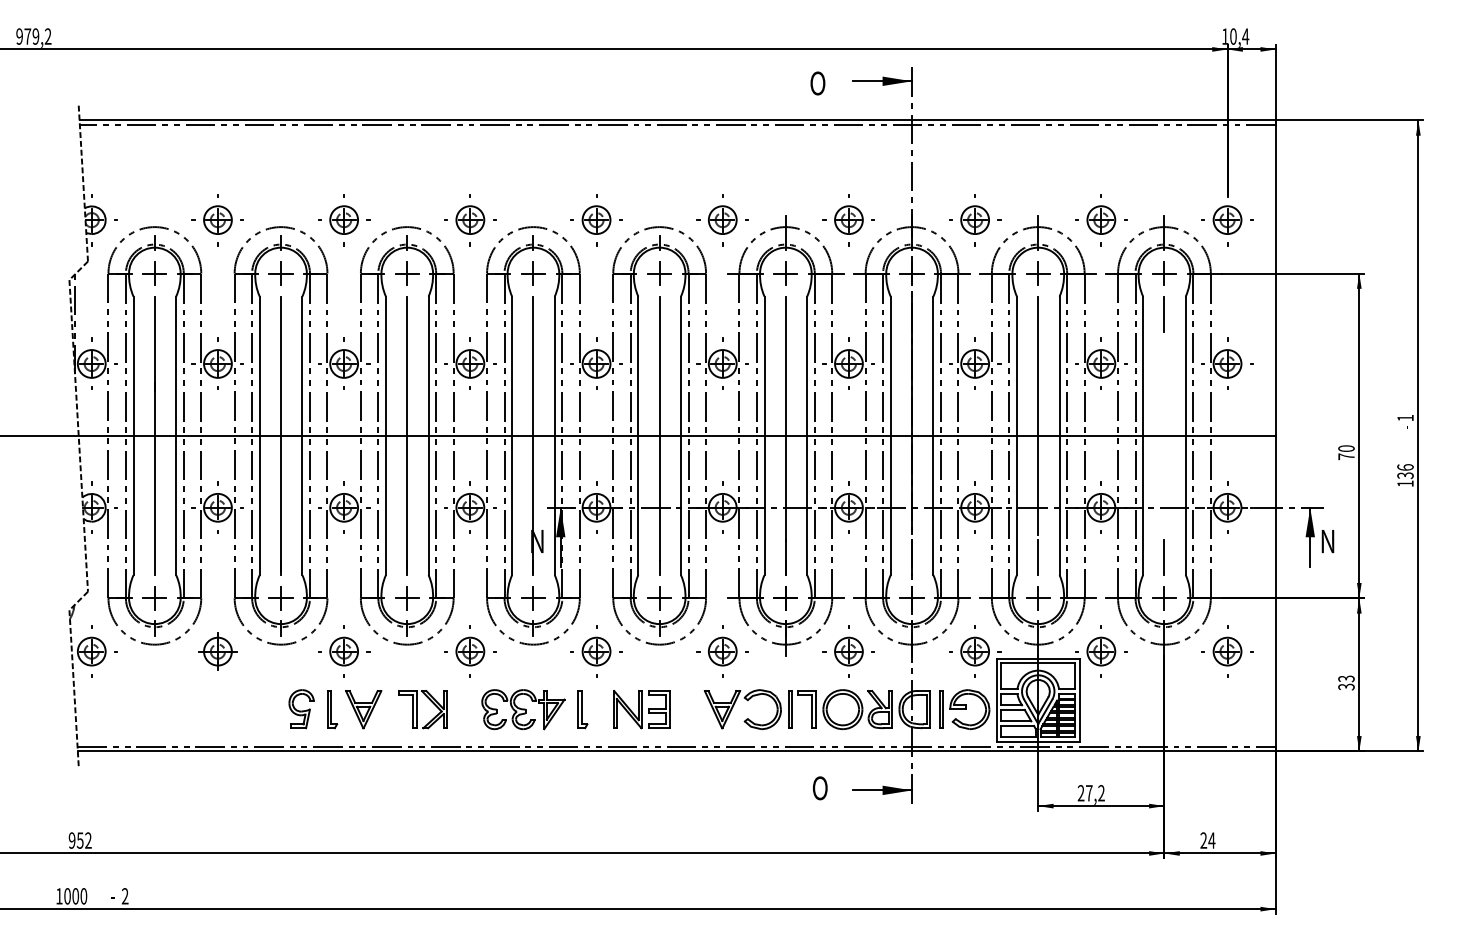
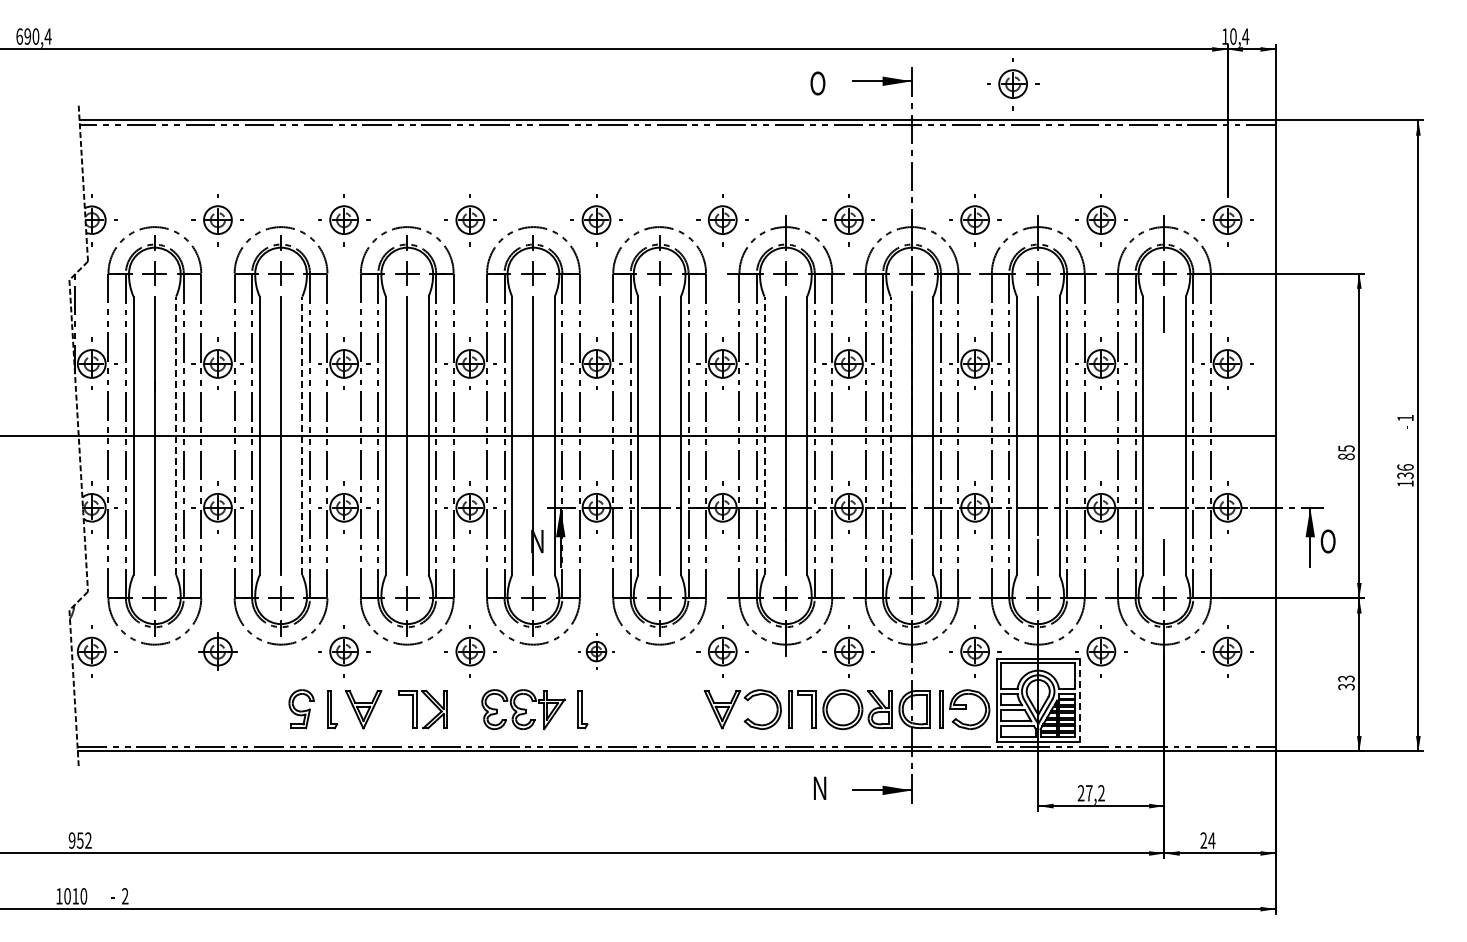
text at (33, 36): 979,2 -> 690,4
part at (1013, 84): none -> present
line at (176, 435): solid -> dashed
line at (302, 435): solid -> dashed
line at (764, 435): solid -> dashed
line at (890, 435): solid -> dashed
text at (1346, 452): 70 -> 85
text at (1327, 541): N -> O
part at (596, 651) size: 53x53 px -> 37x37 px
line at (1080, 700): solid -> dashed
part at (641, 709): present -> none
text at (819, 788): O -> N
text at (75, 896): 1000 -> 1010
